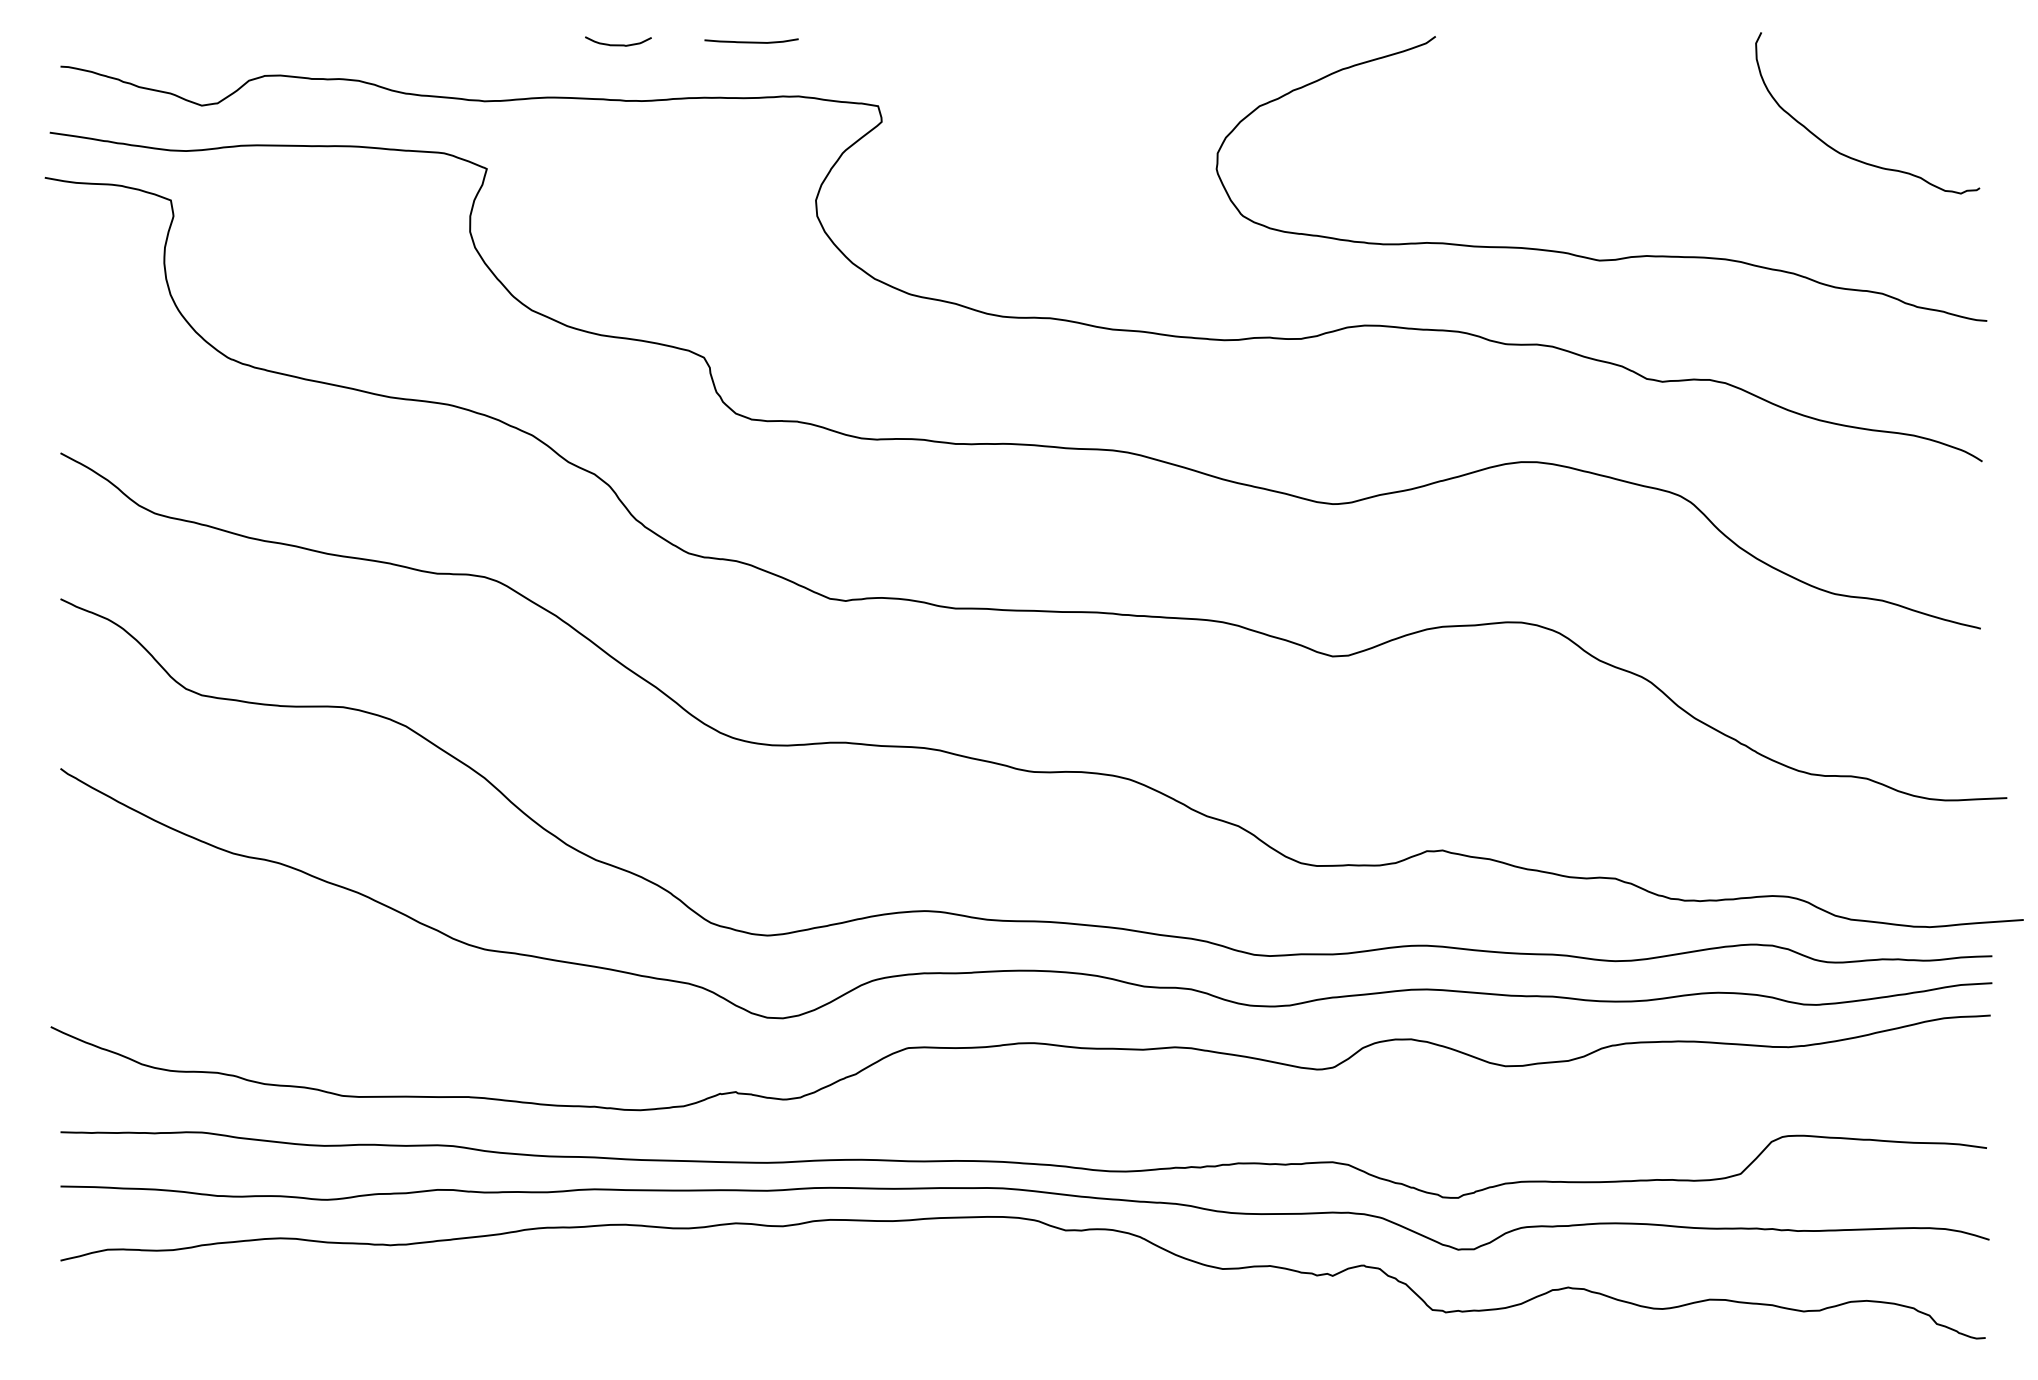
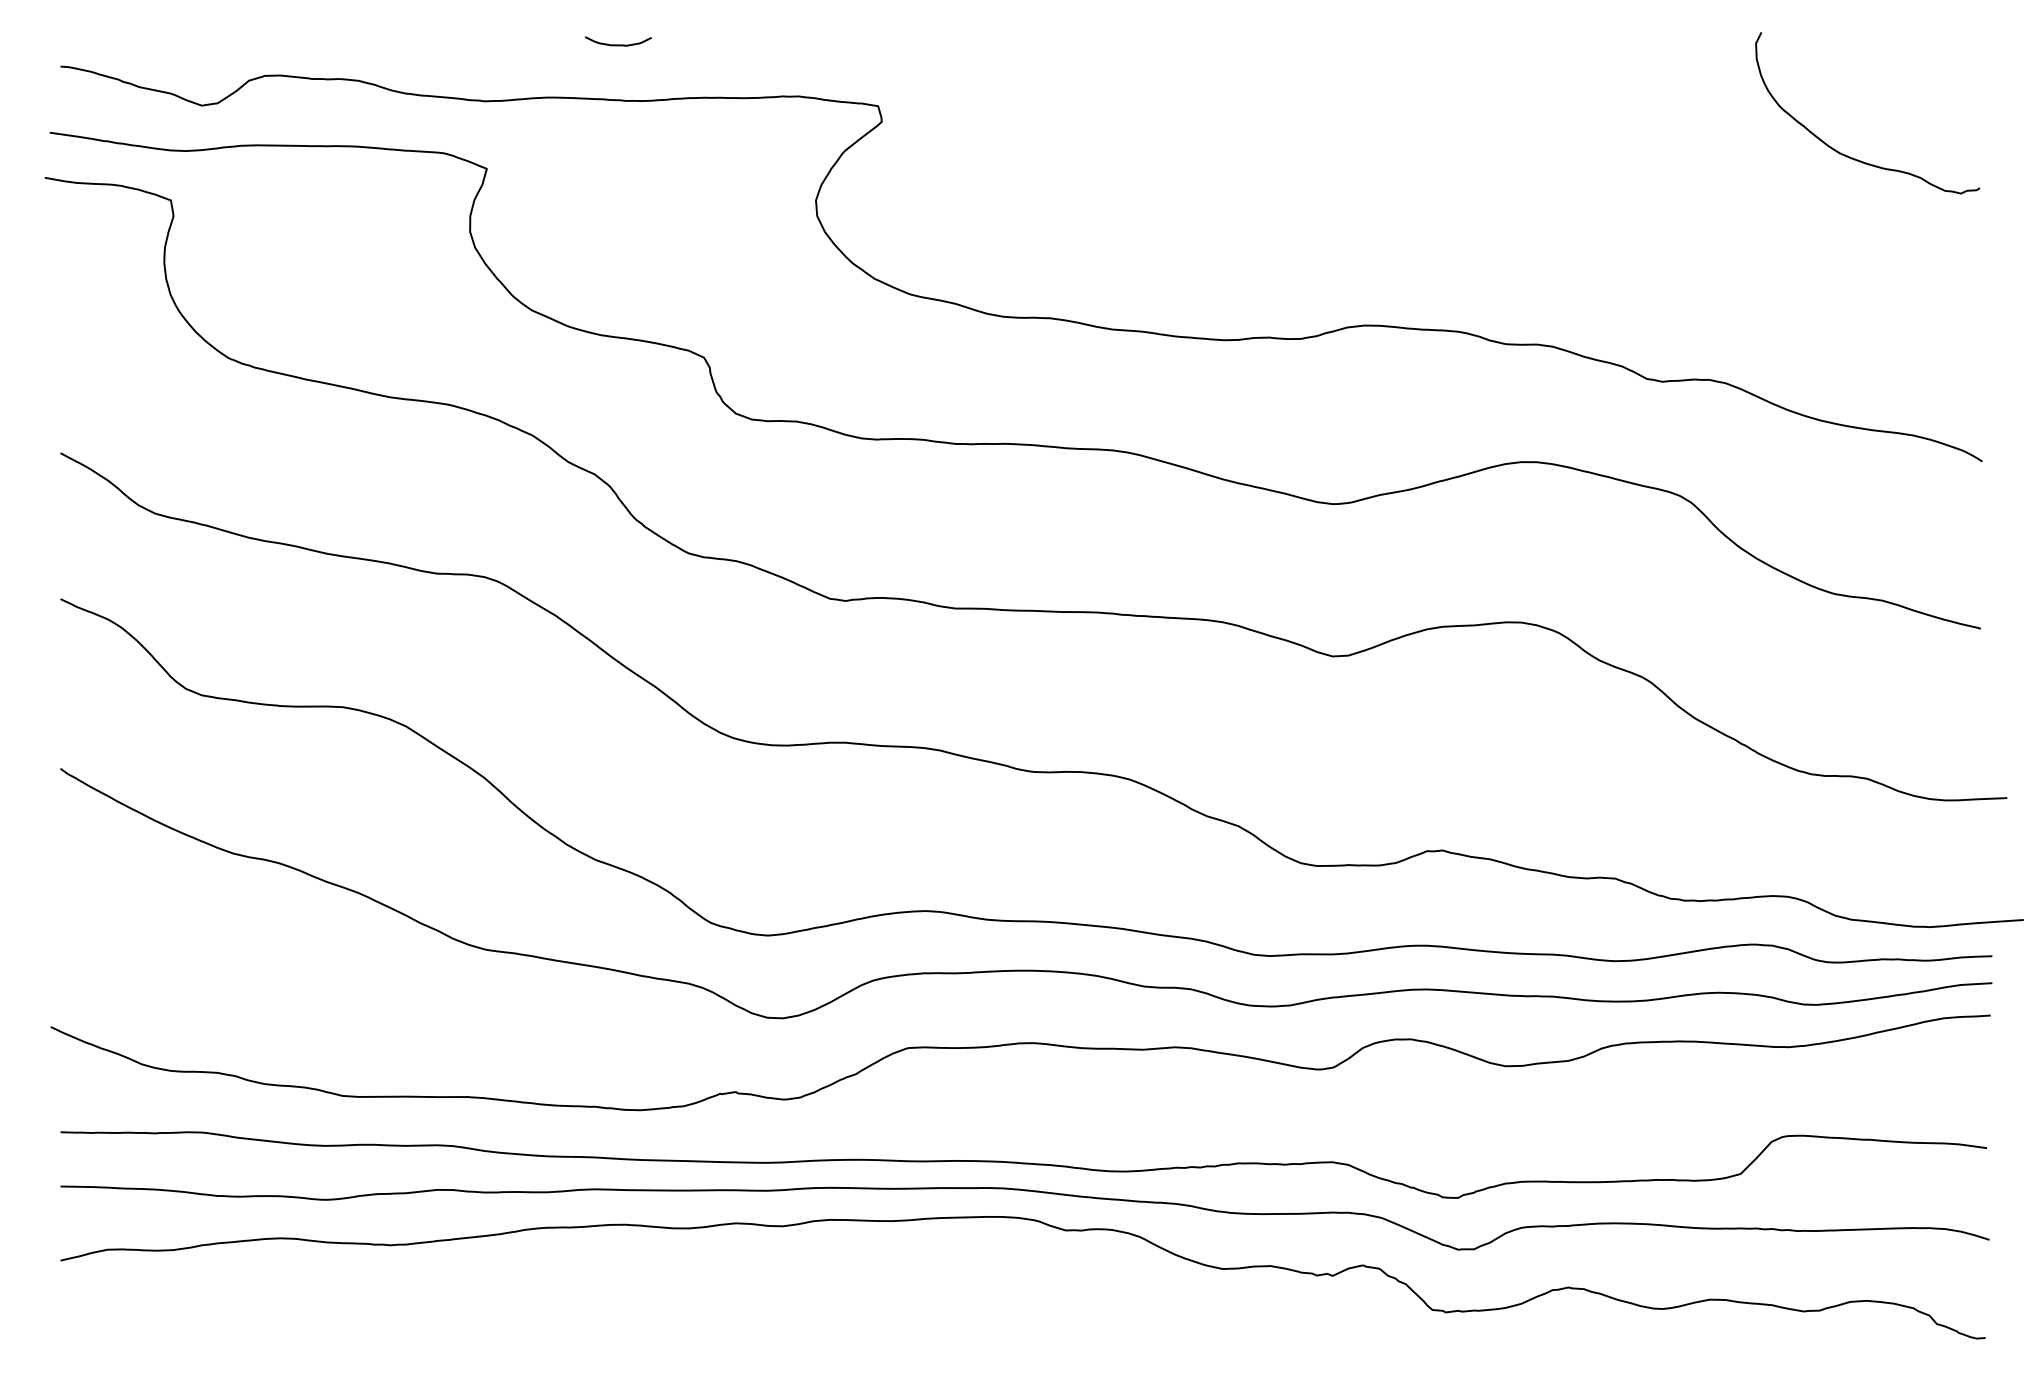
curve at (751, 41): present -> none
curve at (1586, 256): present -> none
